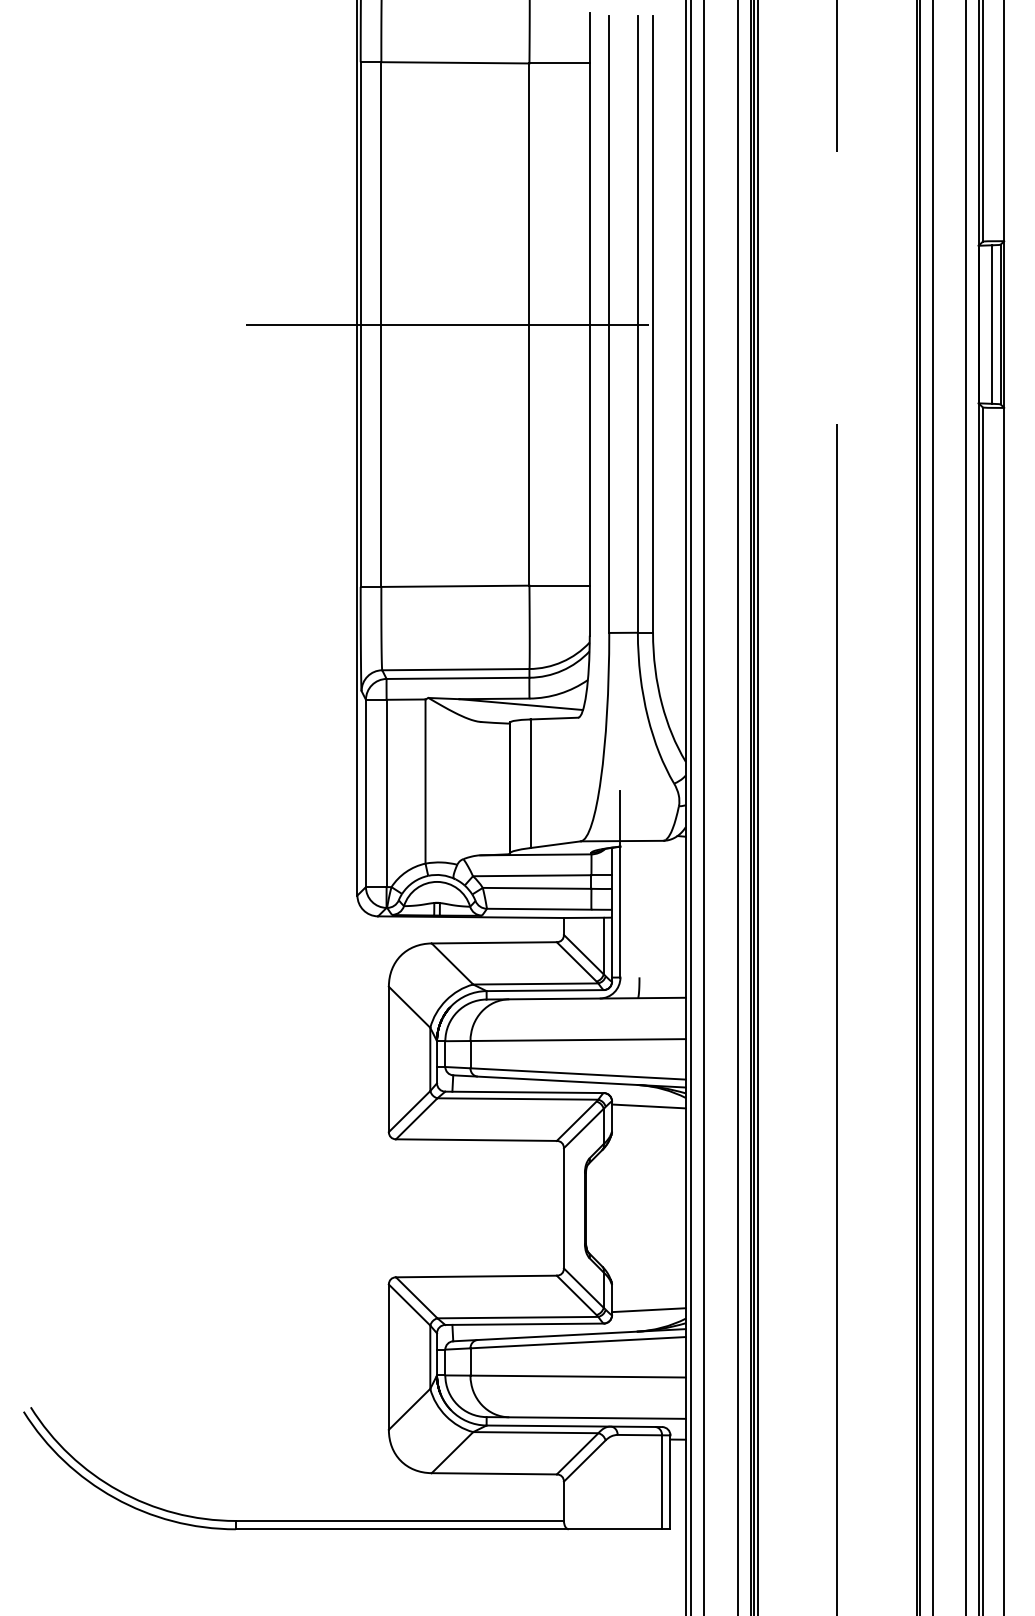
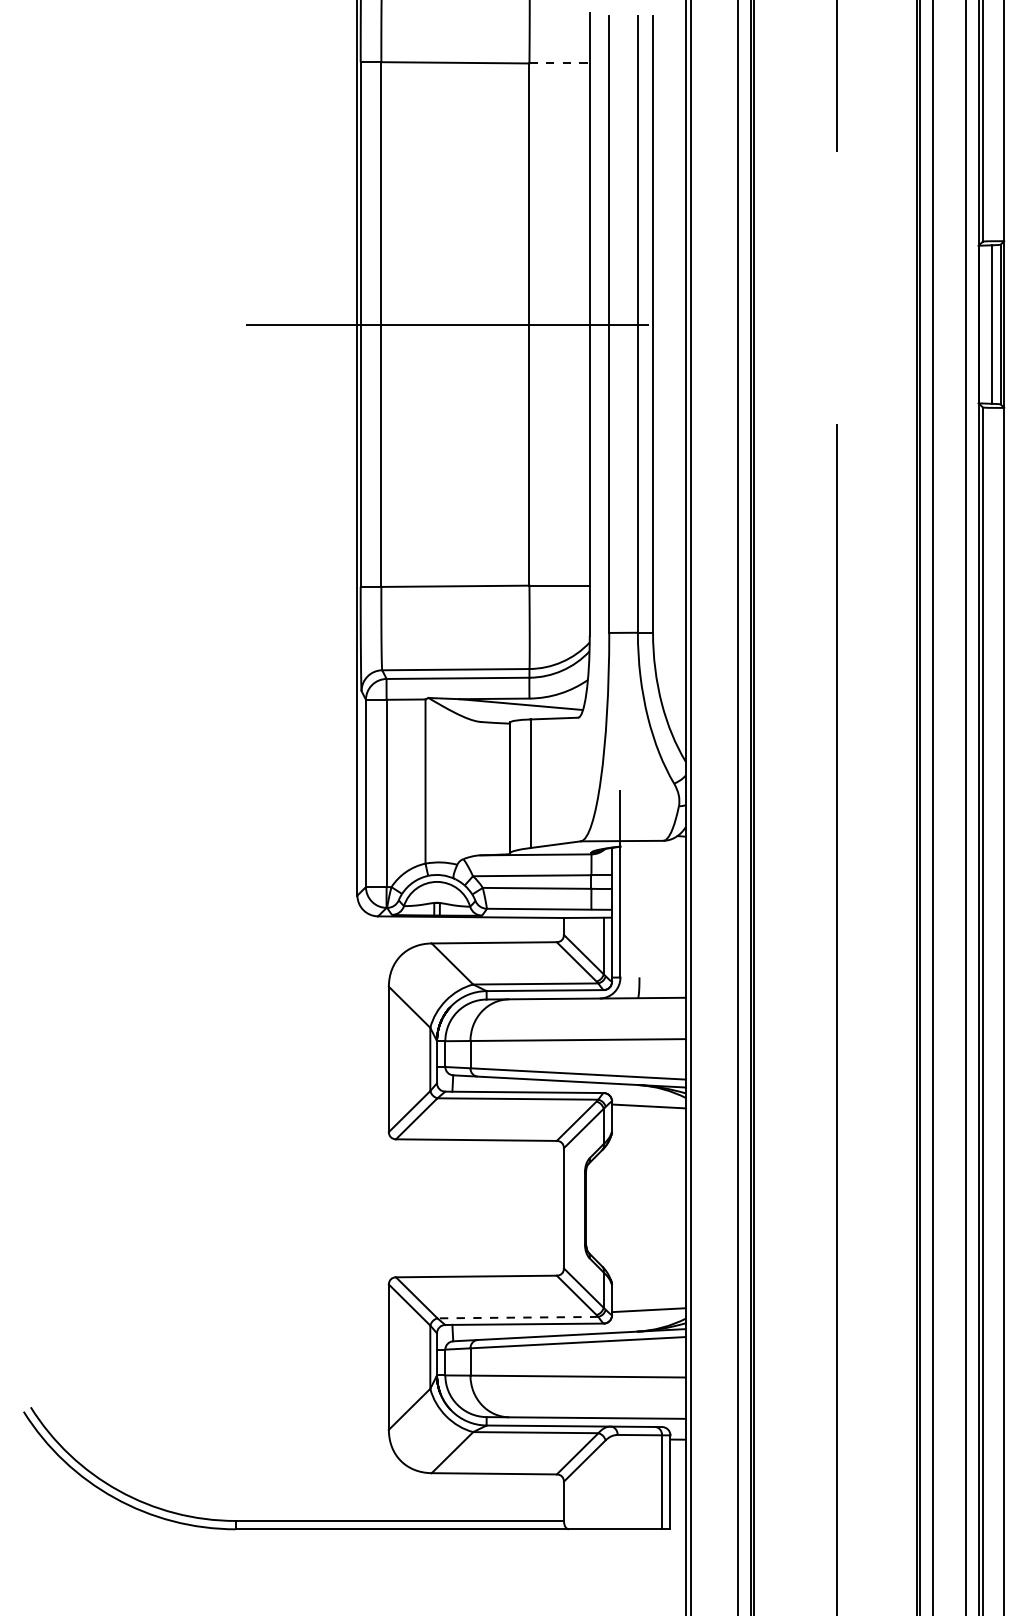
line at (560, 63): solid -> dashed
line at (703, 807): present -> none
line at (757, 807): present -> none
line at (517, 1317): solid -> dashed
